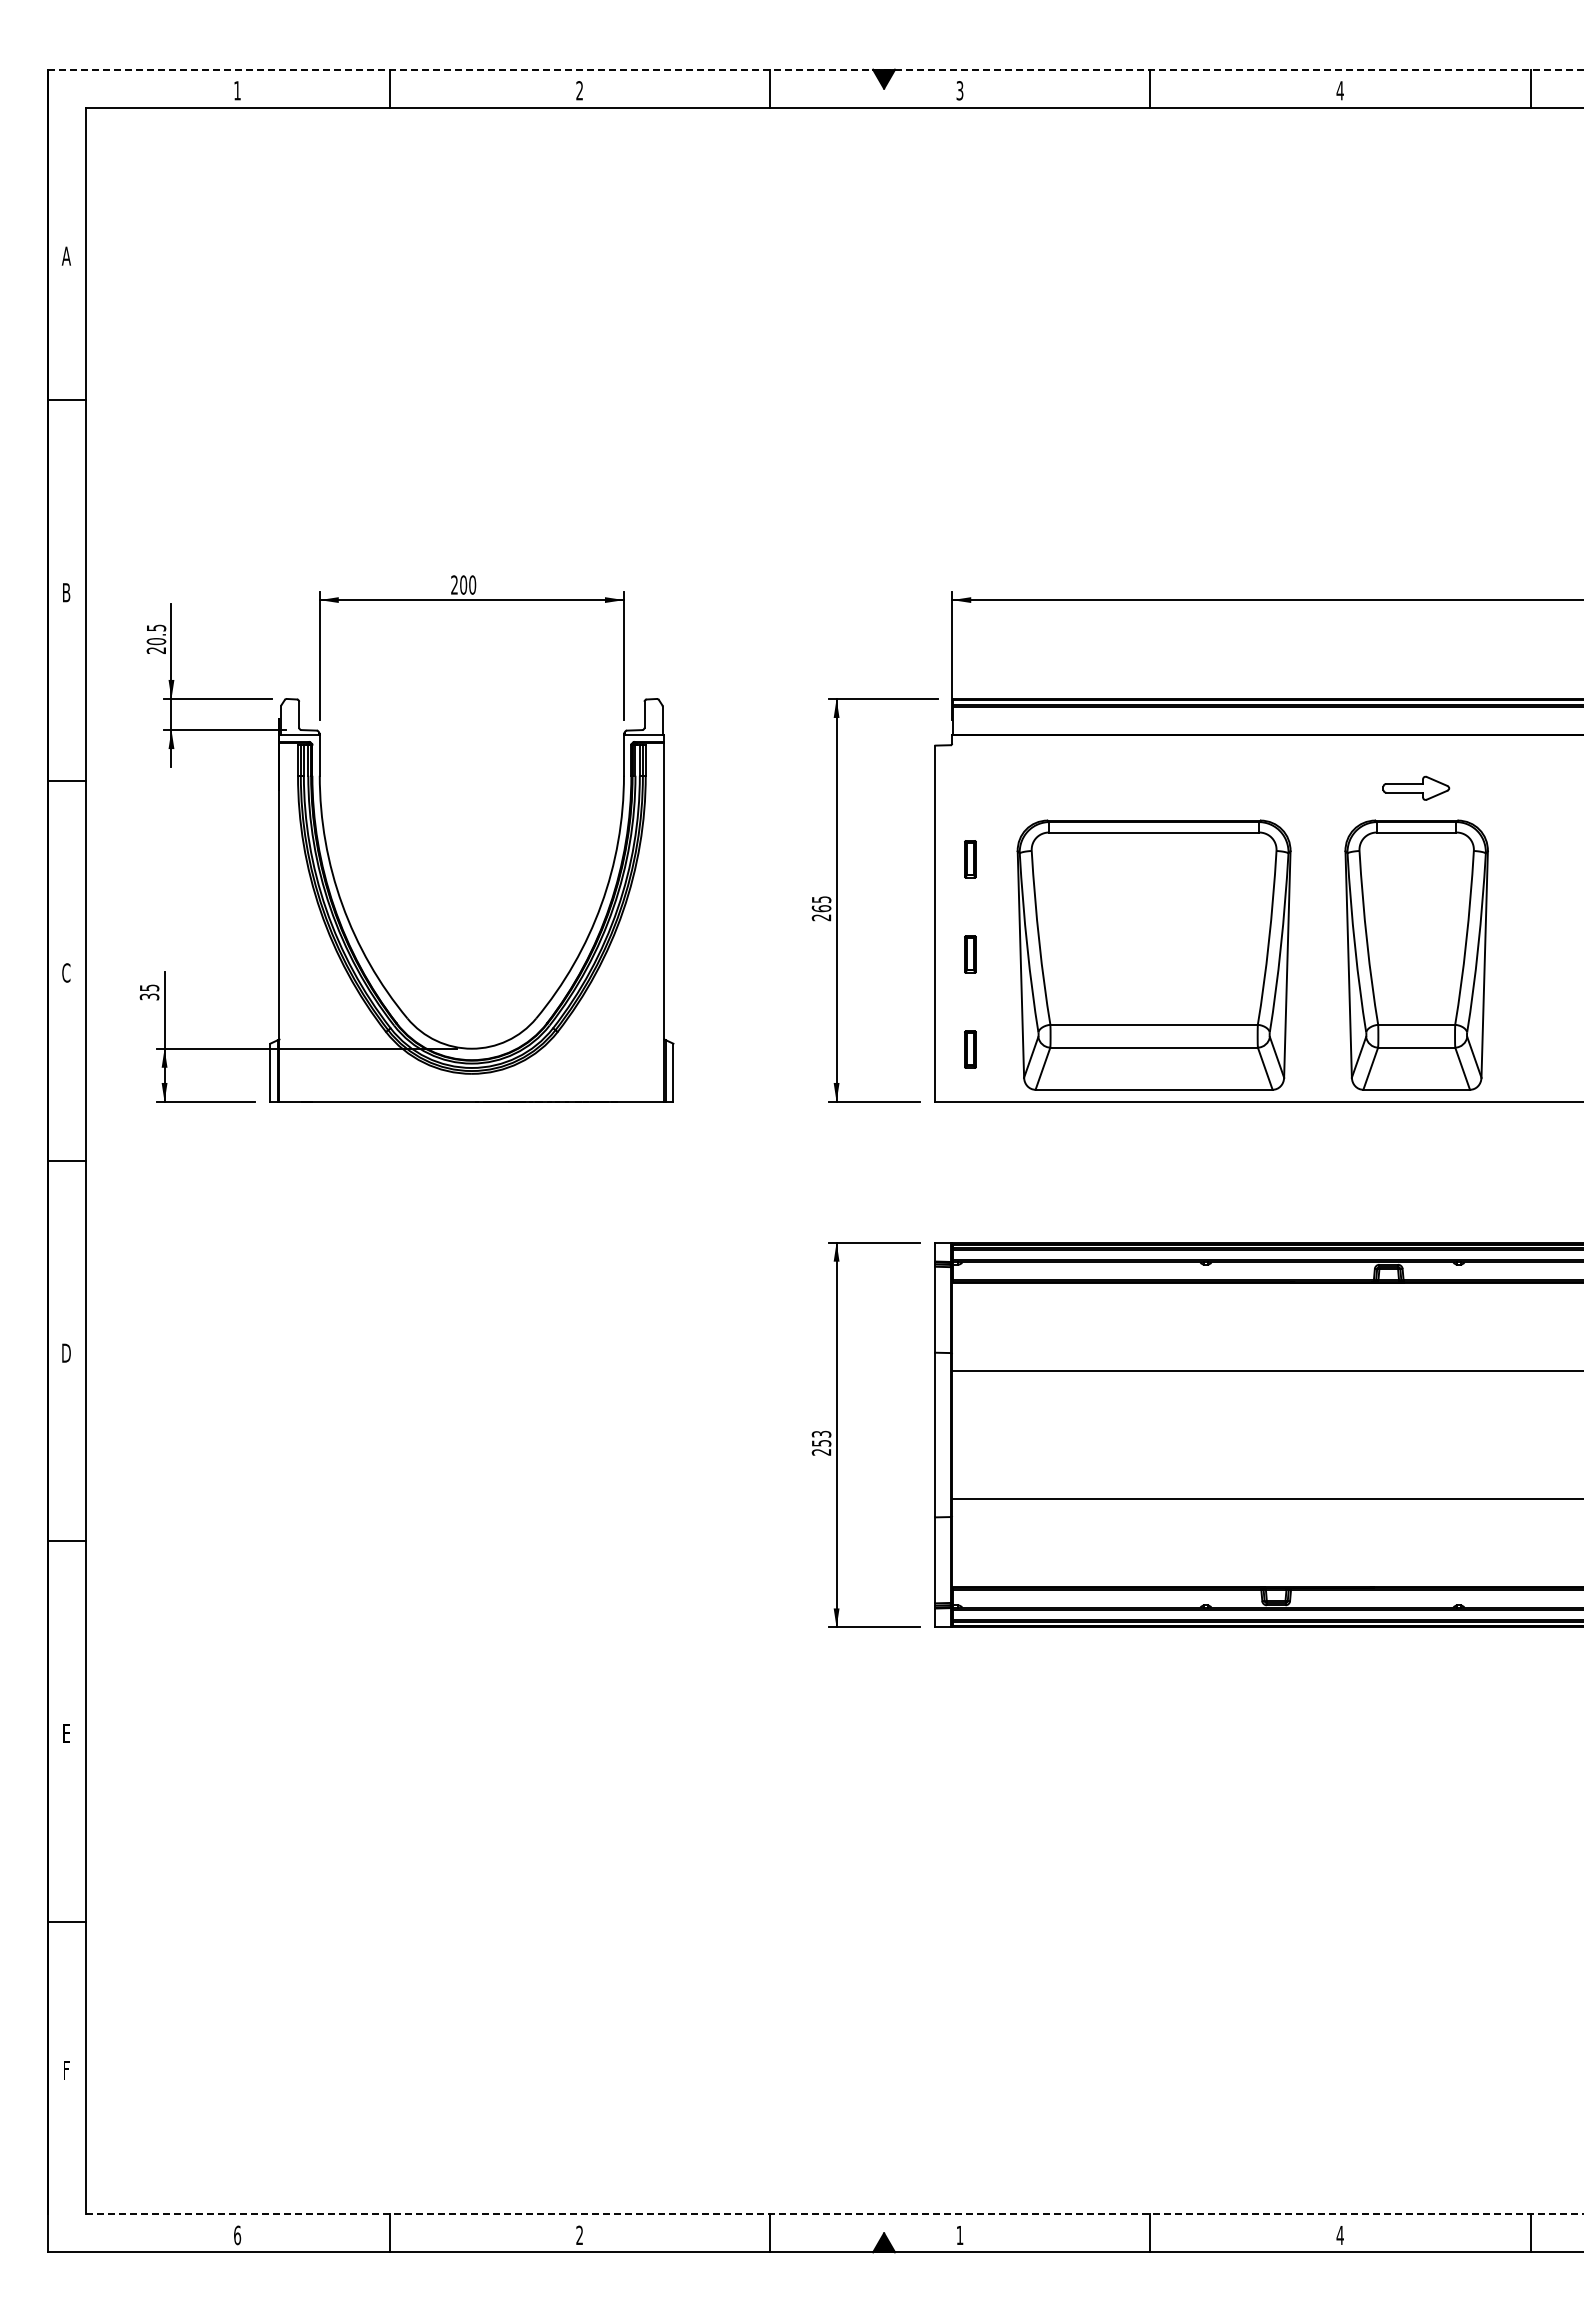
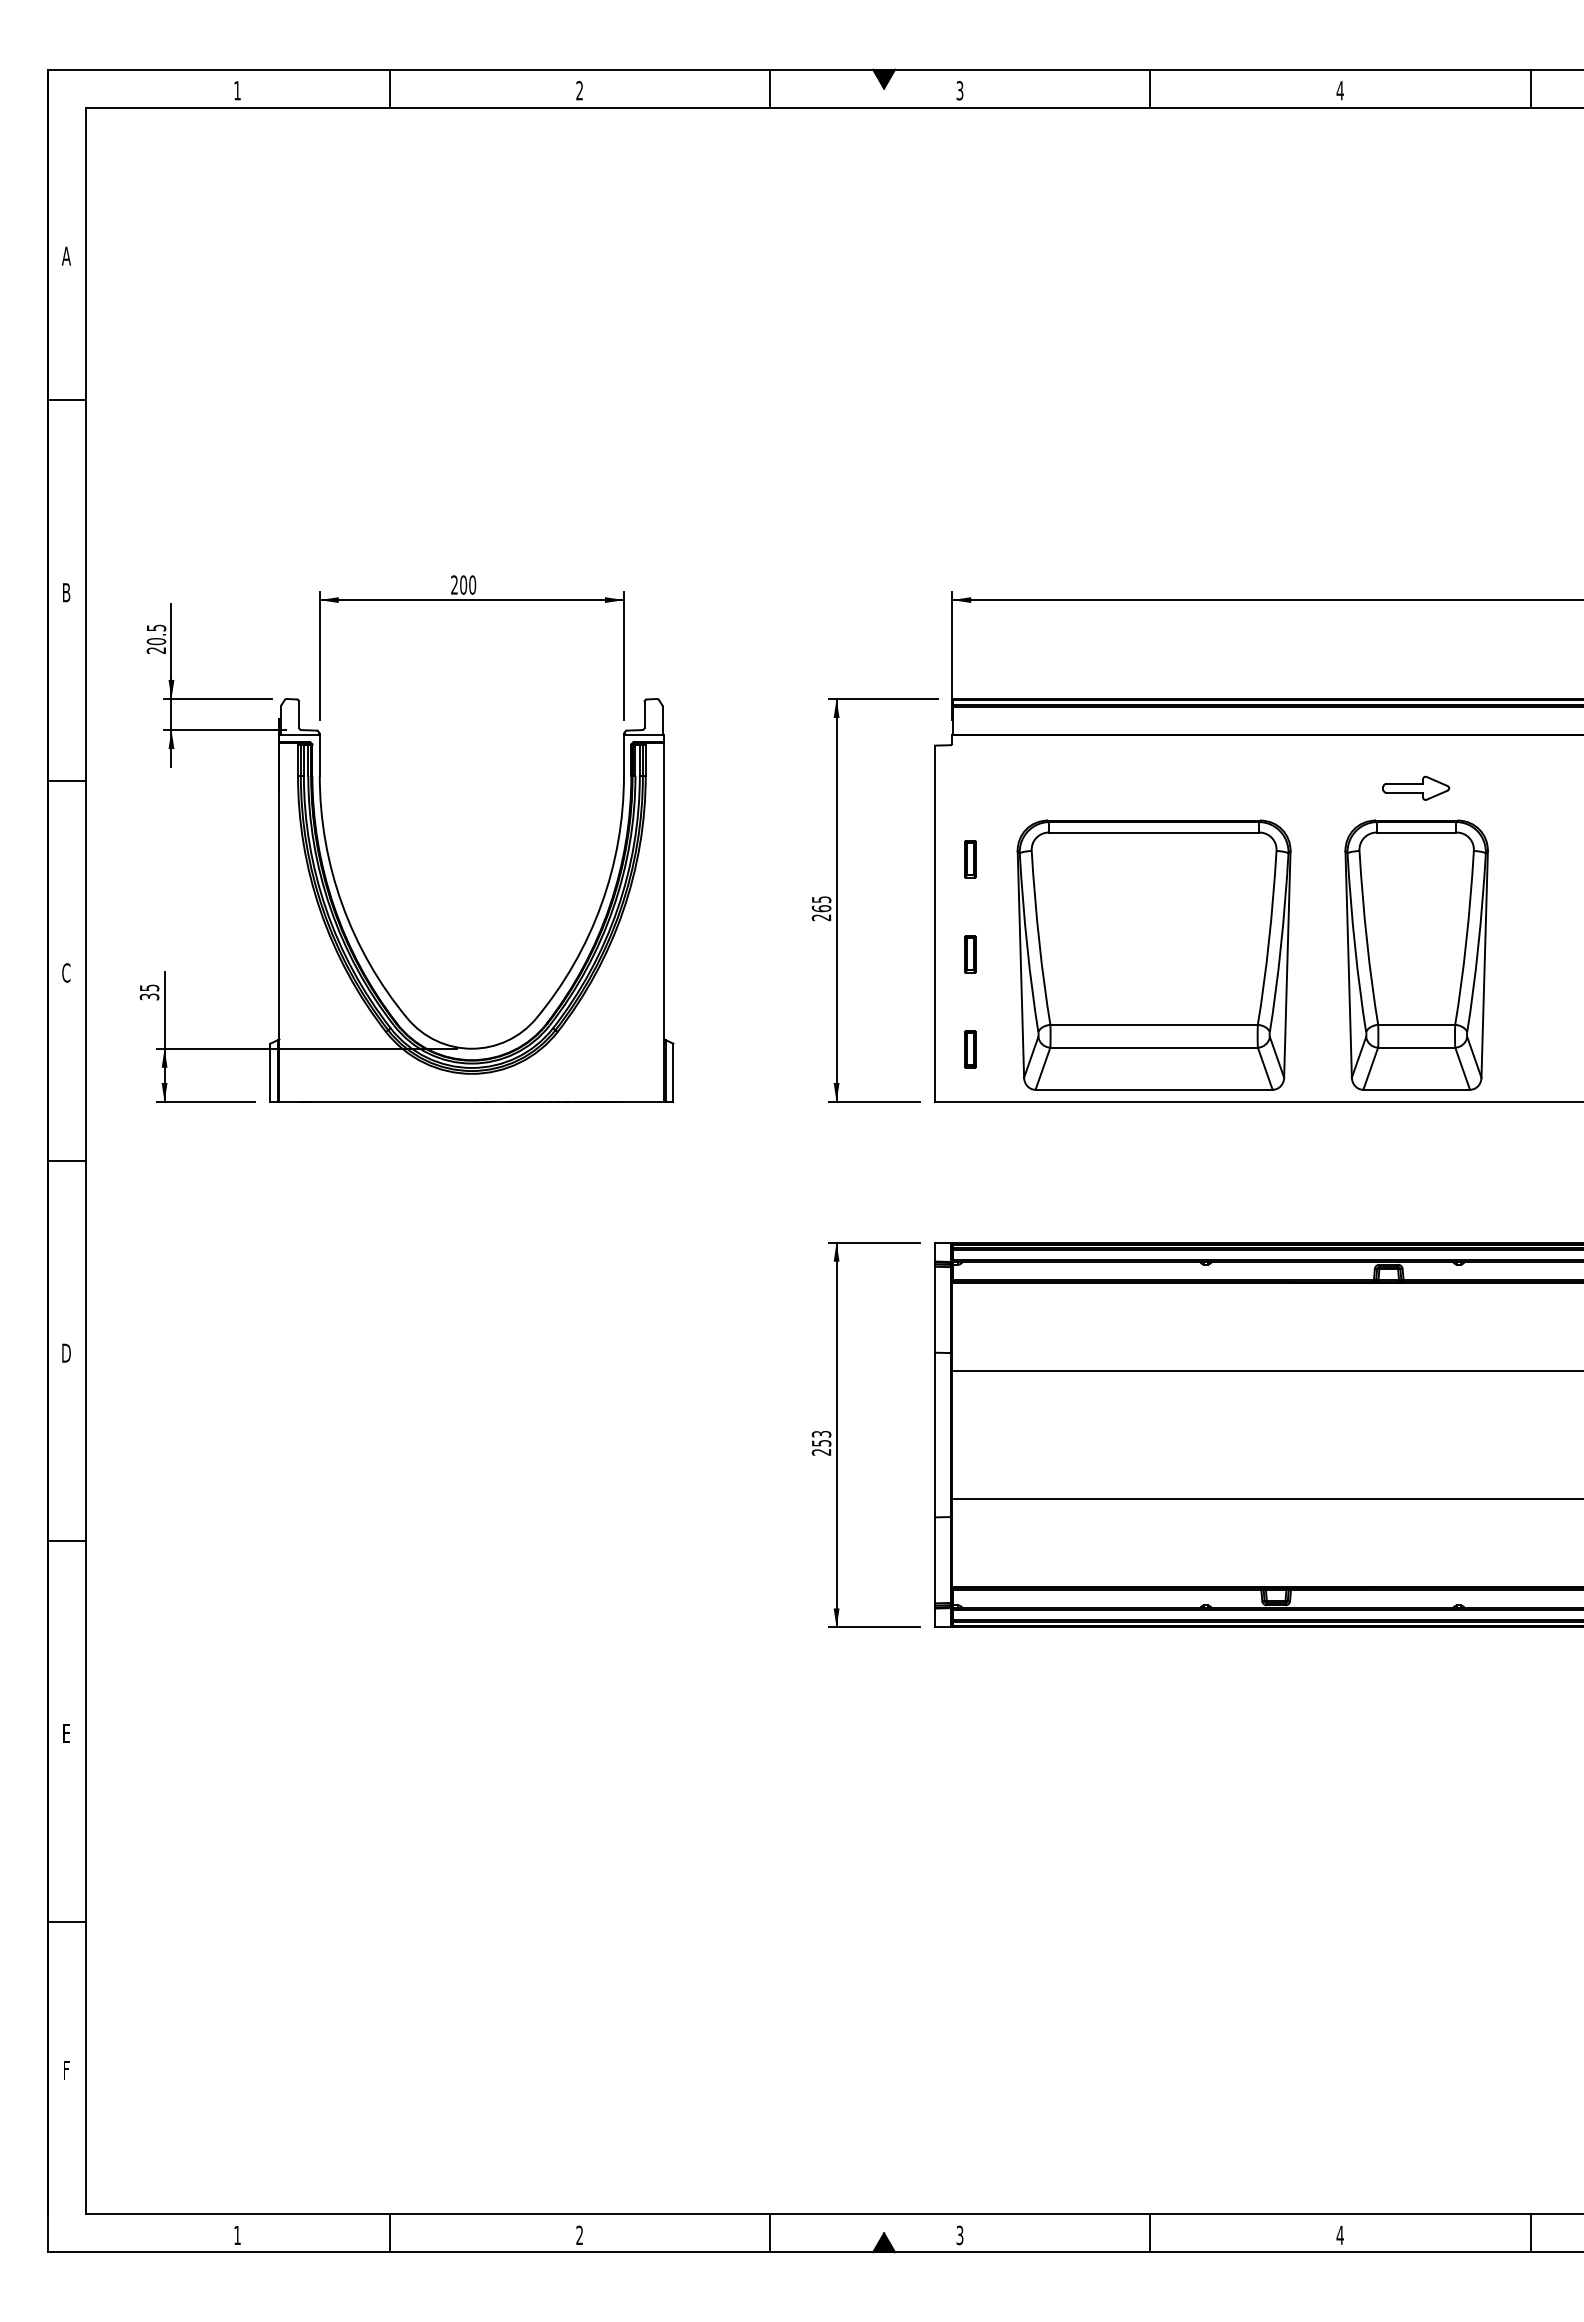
line at (815, 69): dashed -> solid
line at (834, 2214): dashed -> solid
text at (237, 2235): 6 -> 1
text at (959, 2235): 1 -> 3
